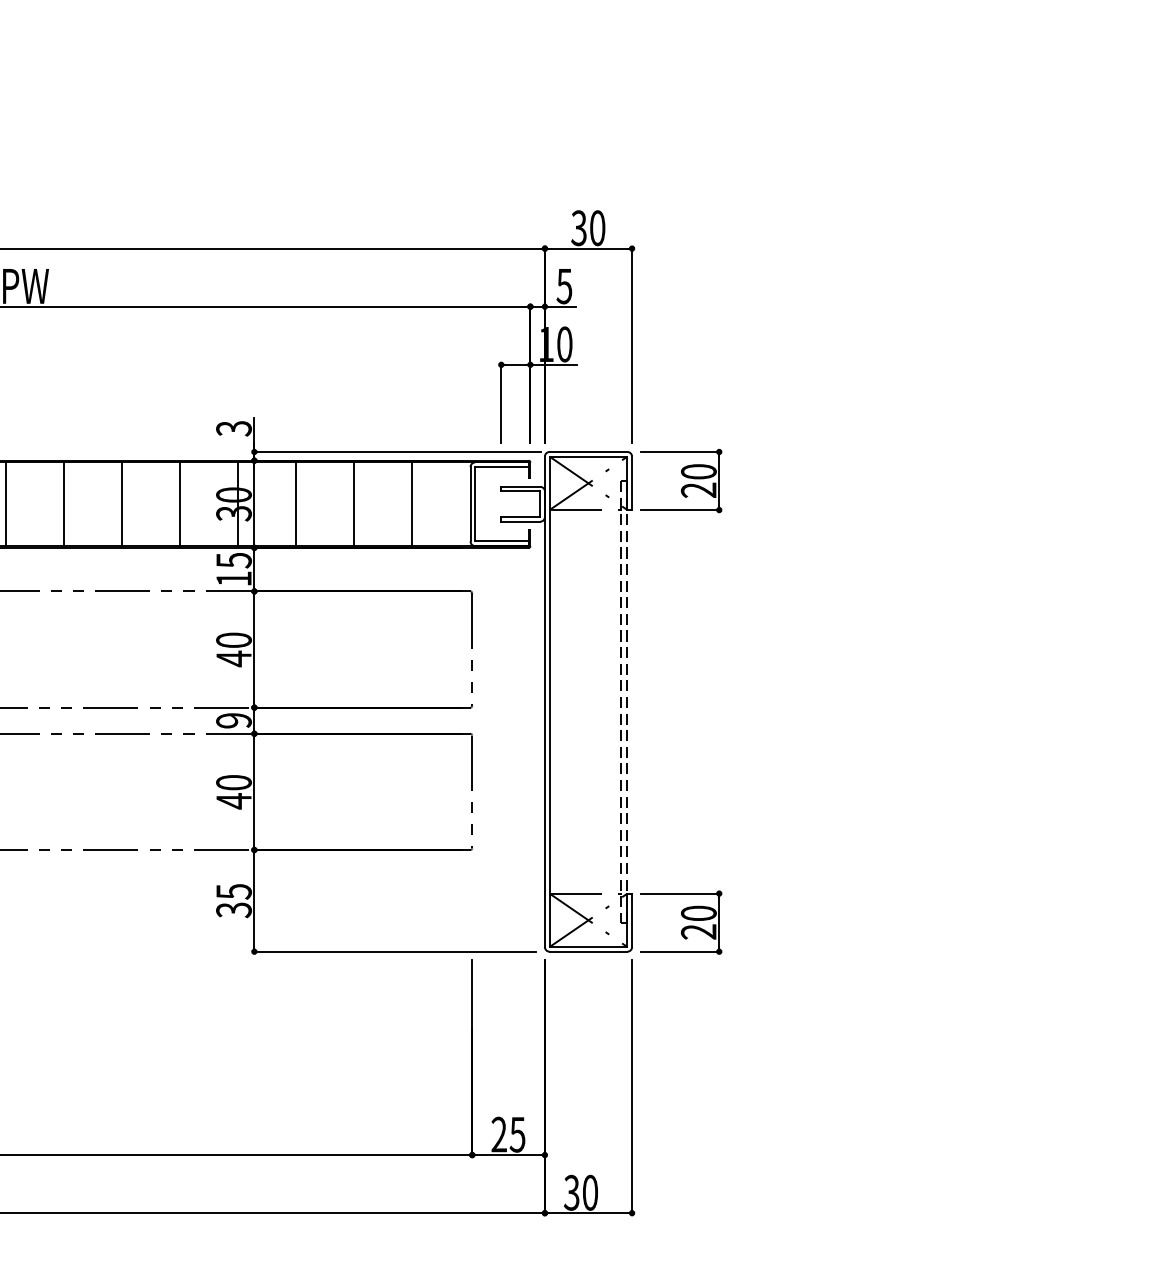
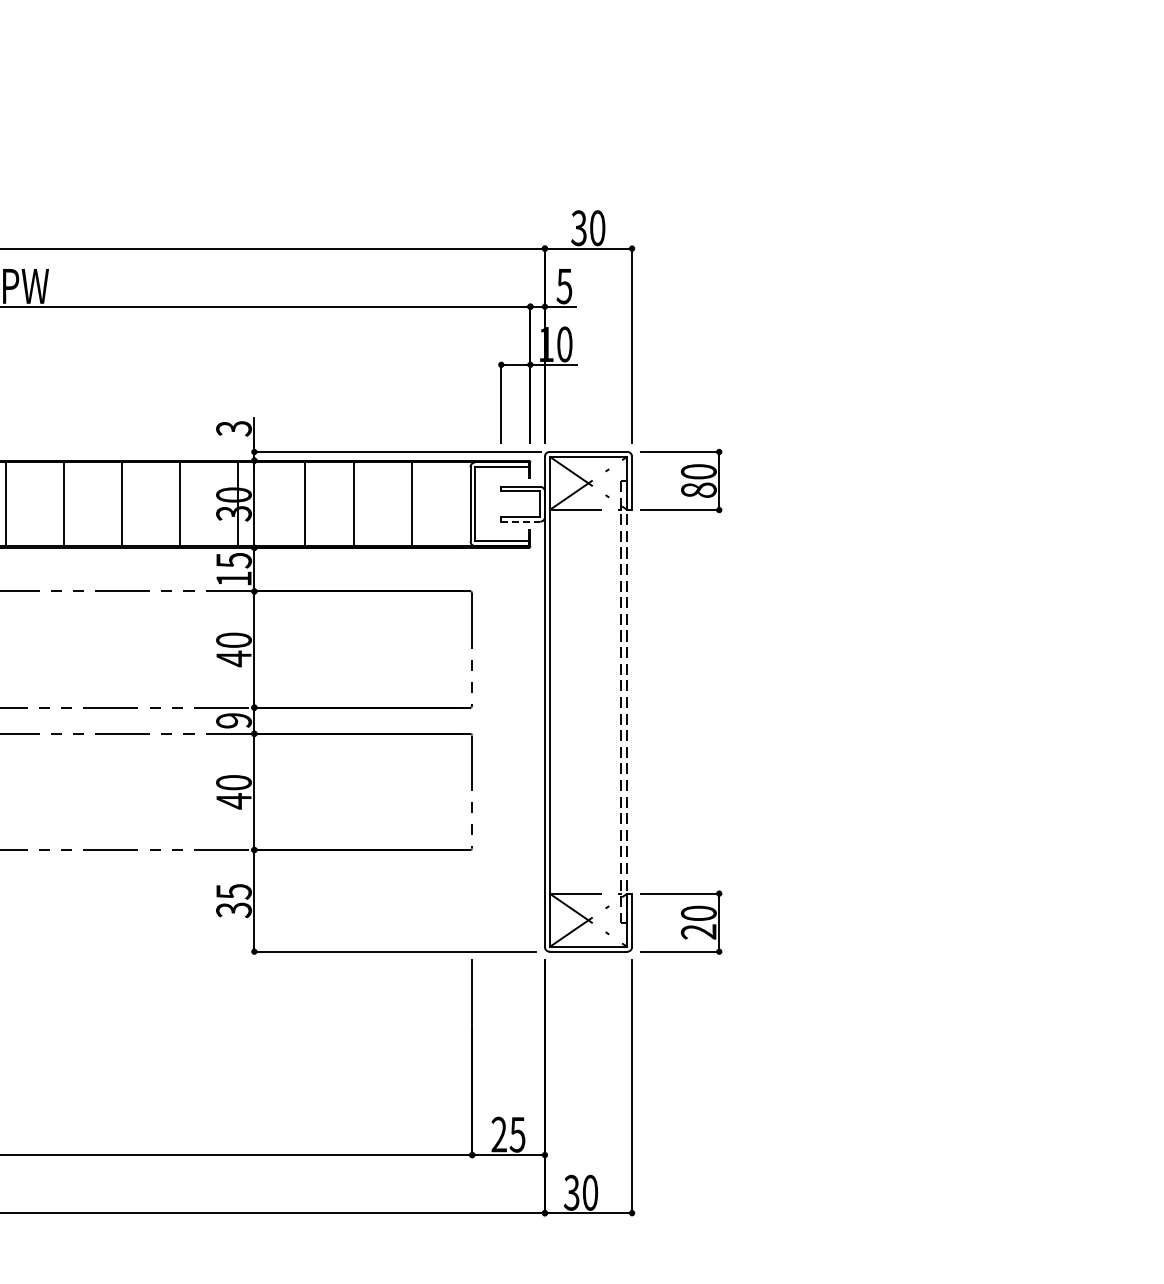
text at (698, 489): 20 -> 80
line at (296, 504) position: (296, 504) -> (305, 504)
line at (521, 521): solid -> dashed
